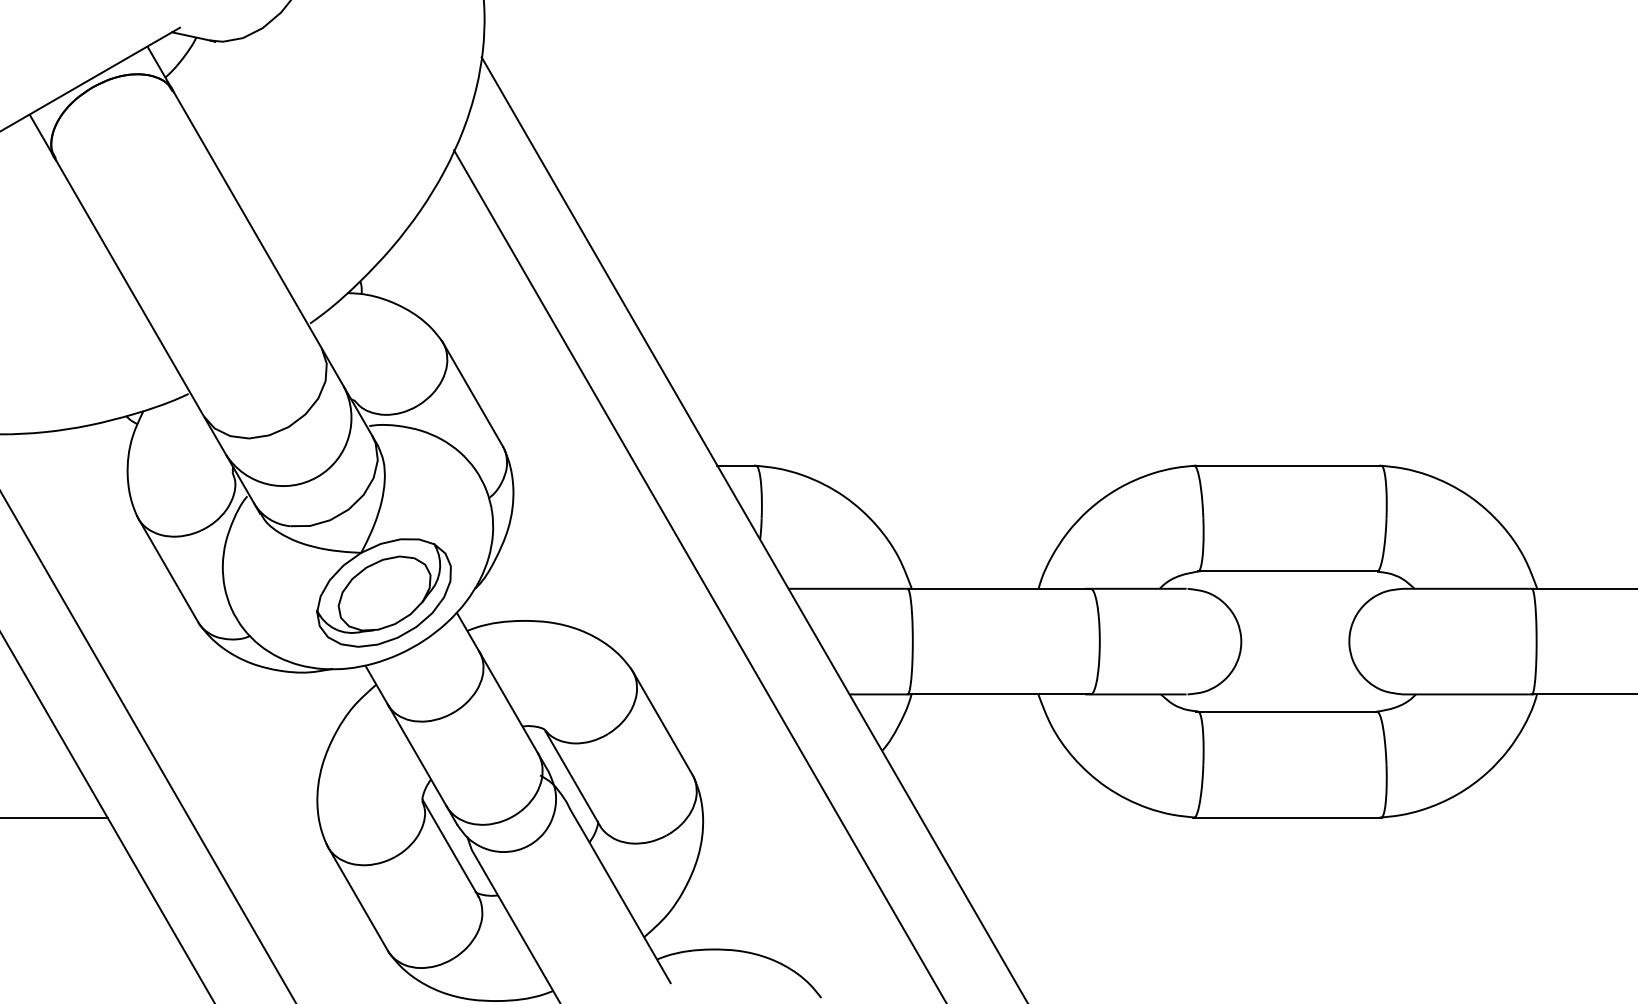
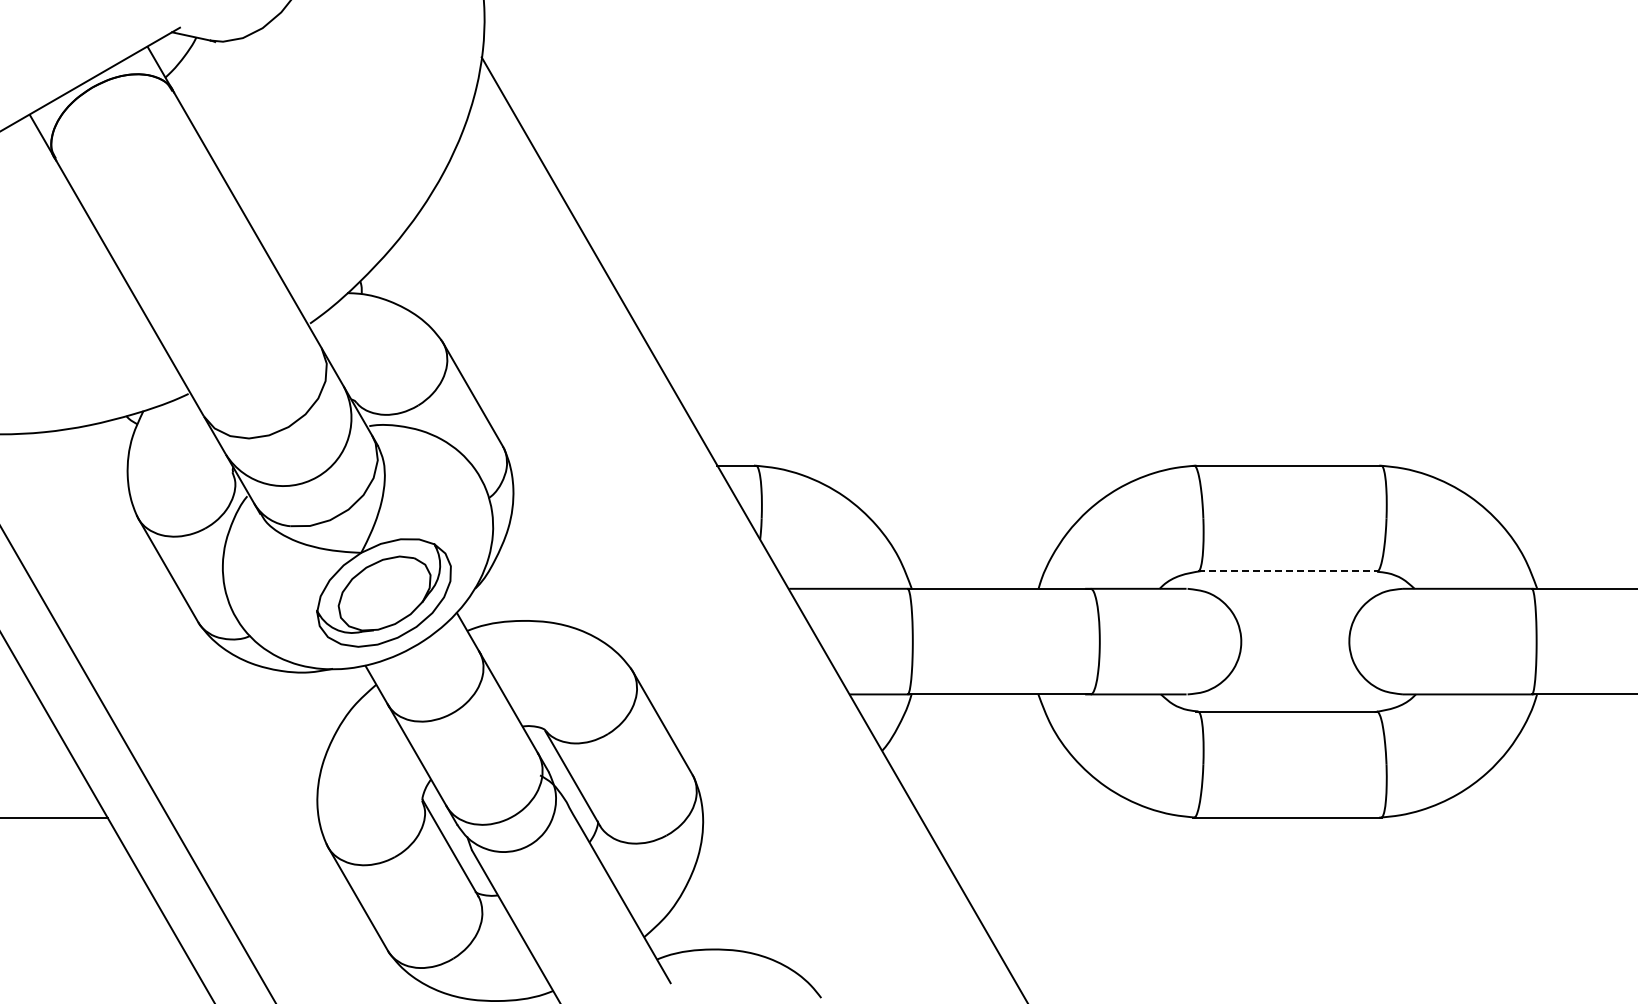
line at (1289, 571): solid -> dashed
line at (699, 575): present -> none
line at (148, 747) position: (148, 747) -> (138, 764)
